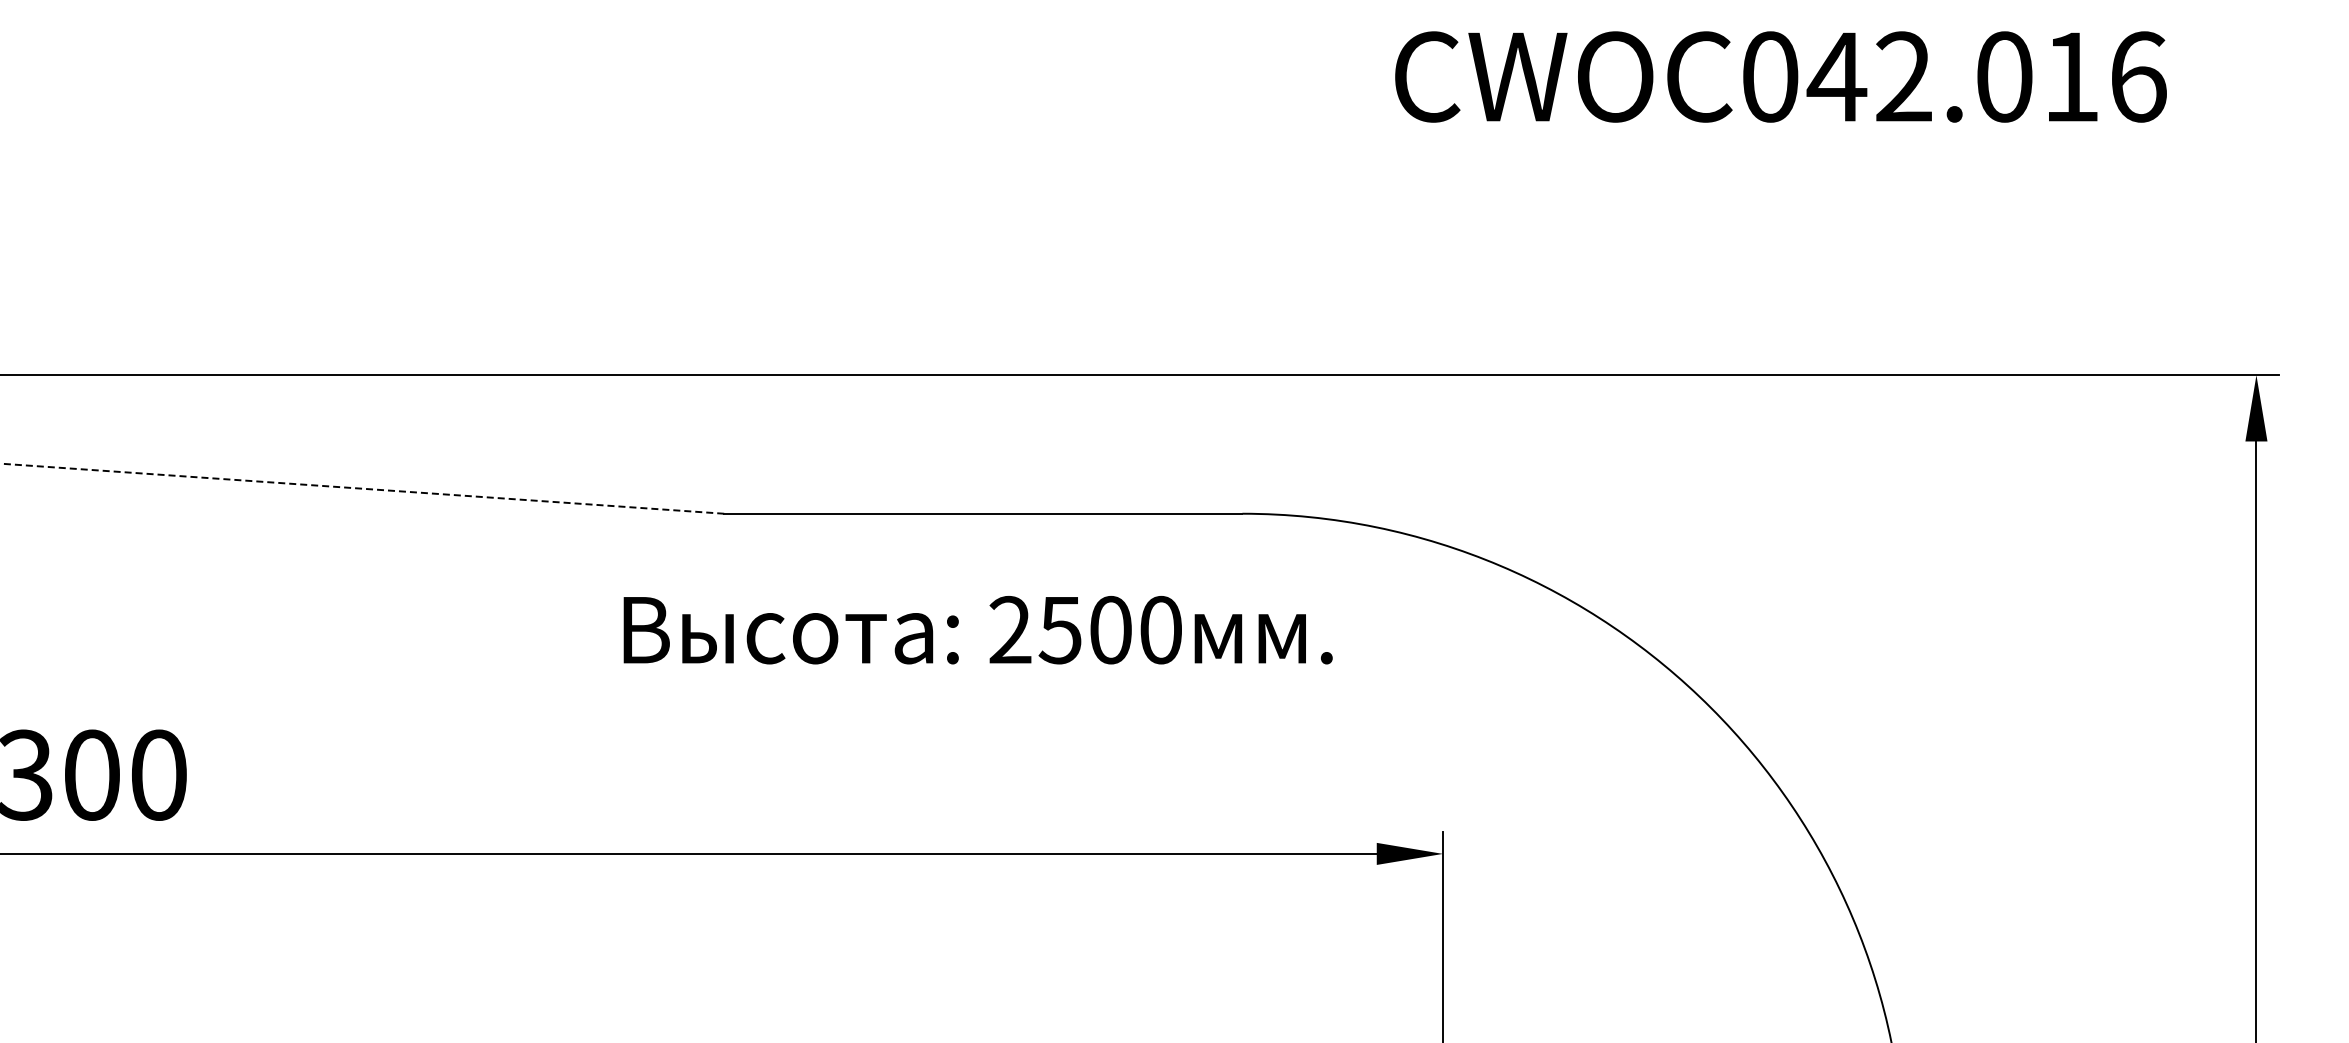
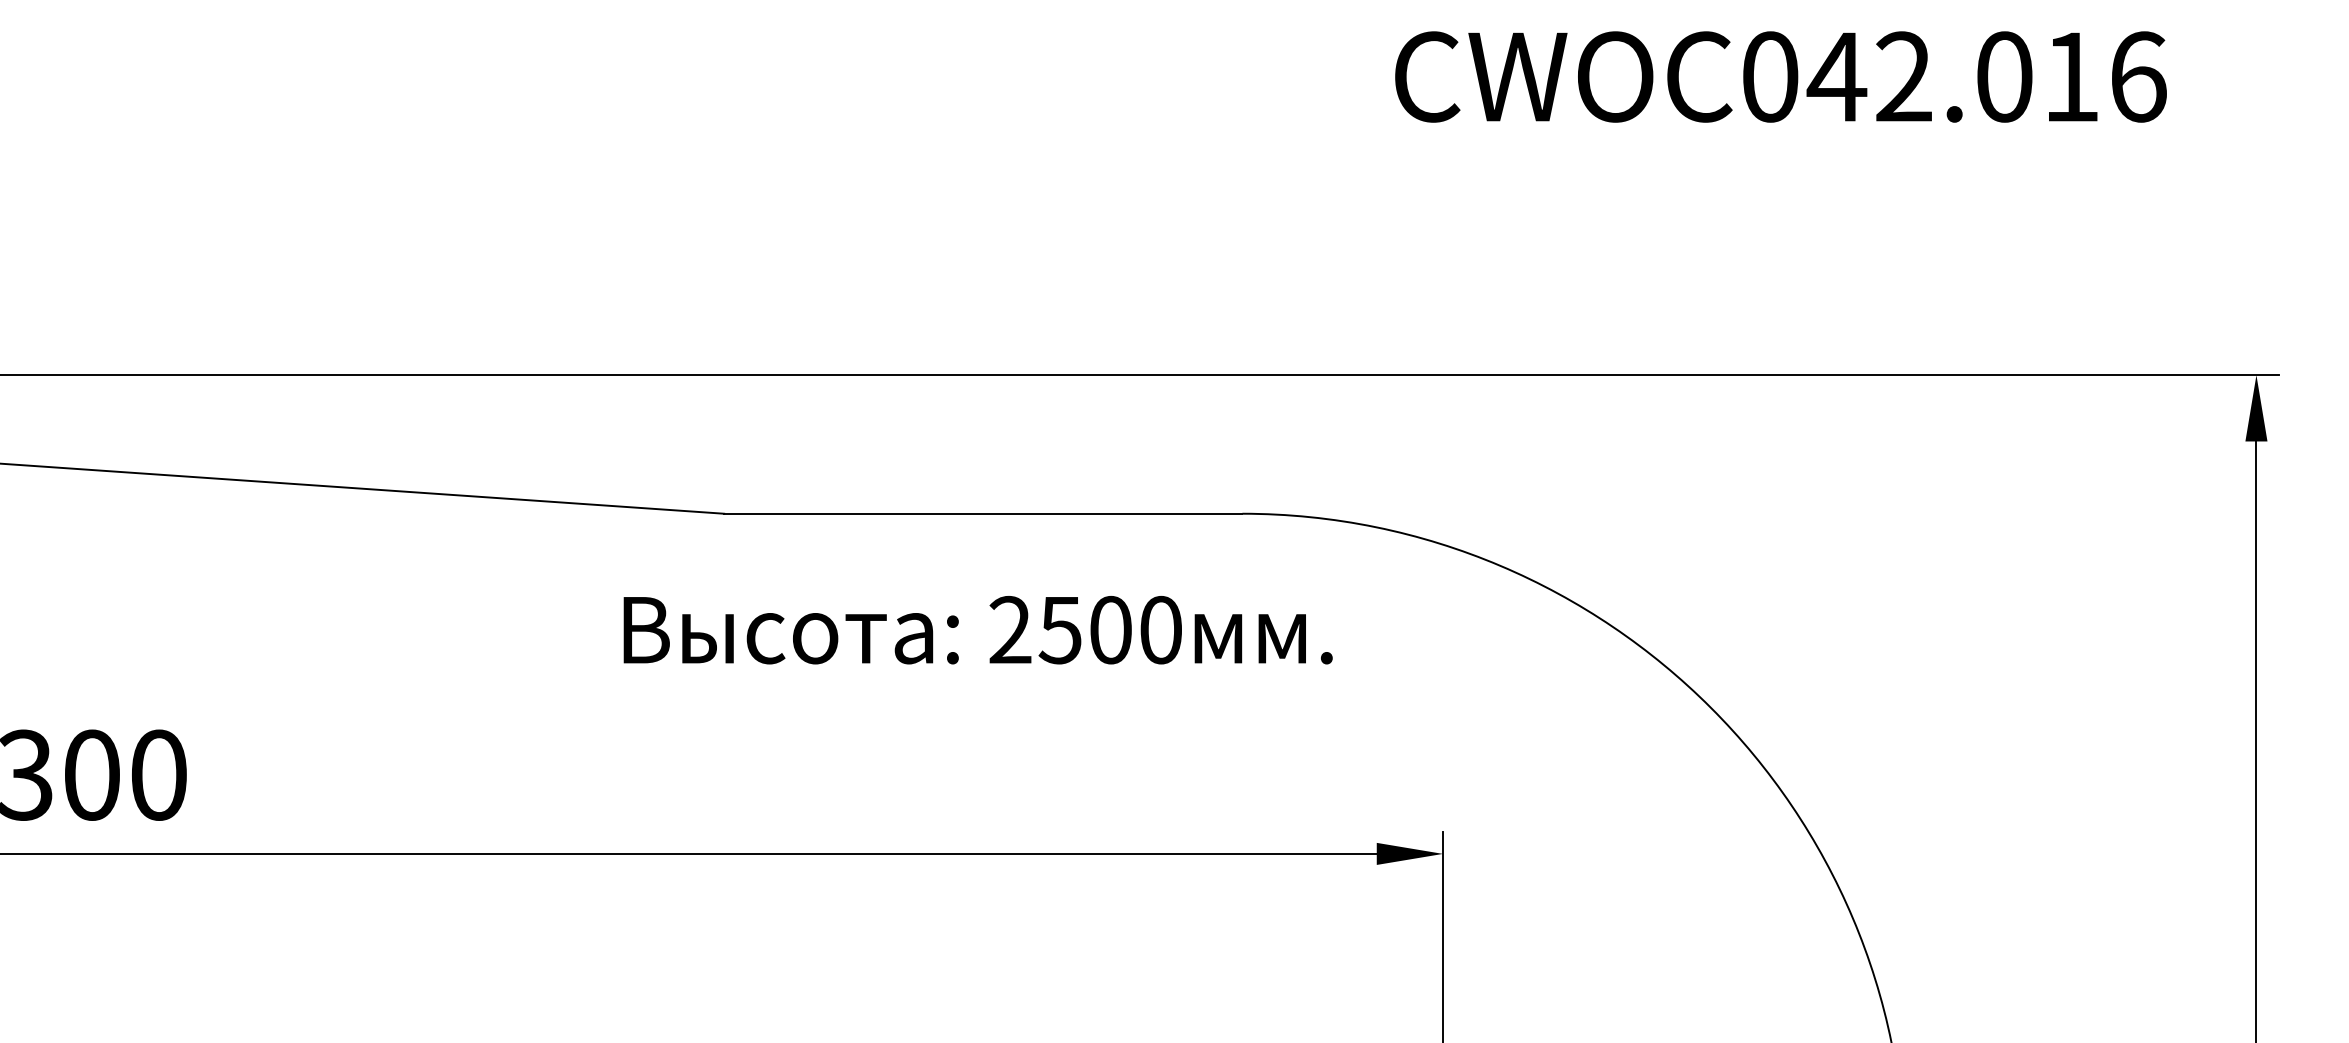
line at (362, 488): dashed -> solid
